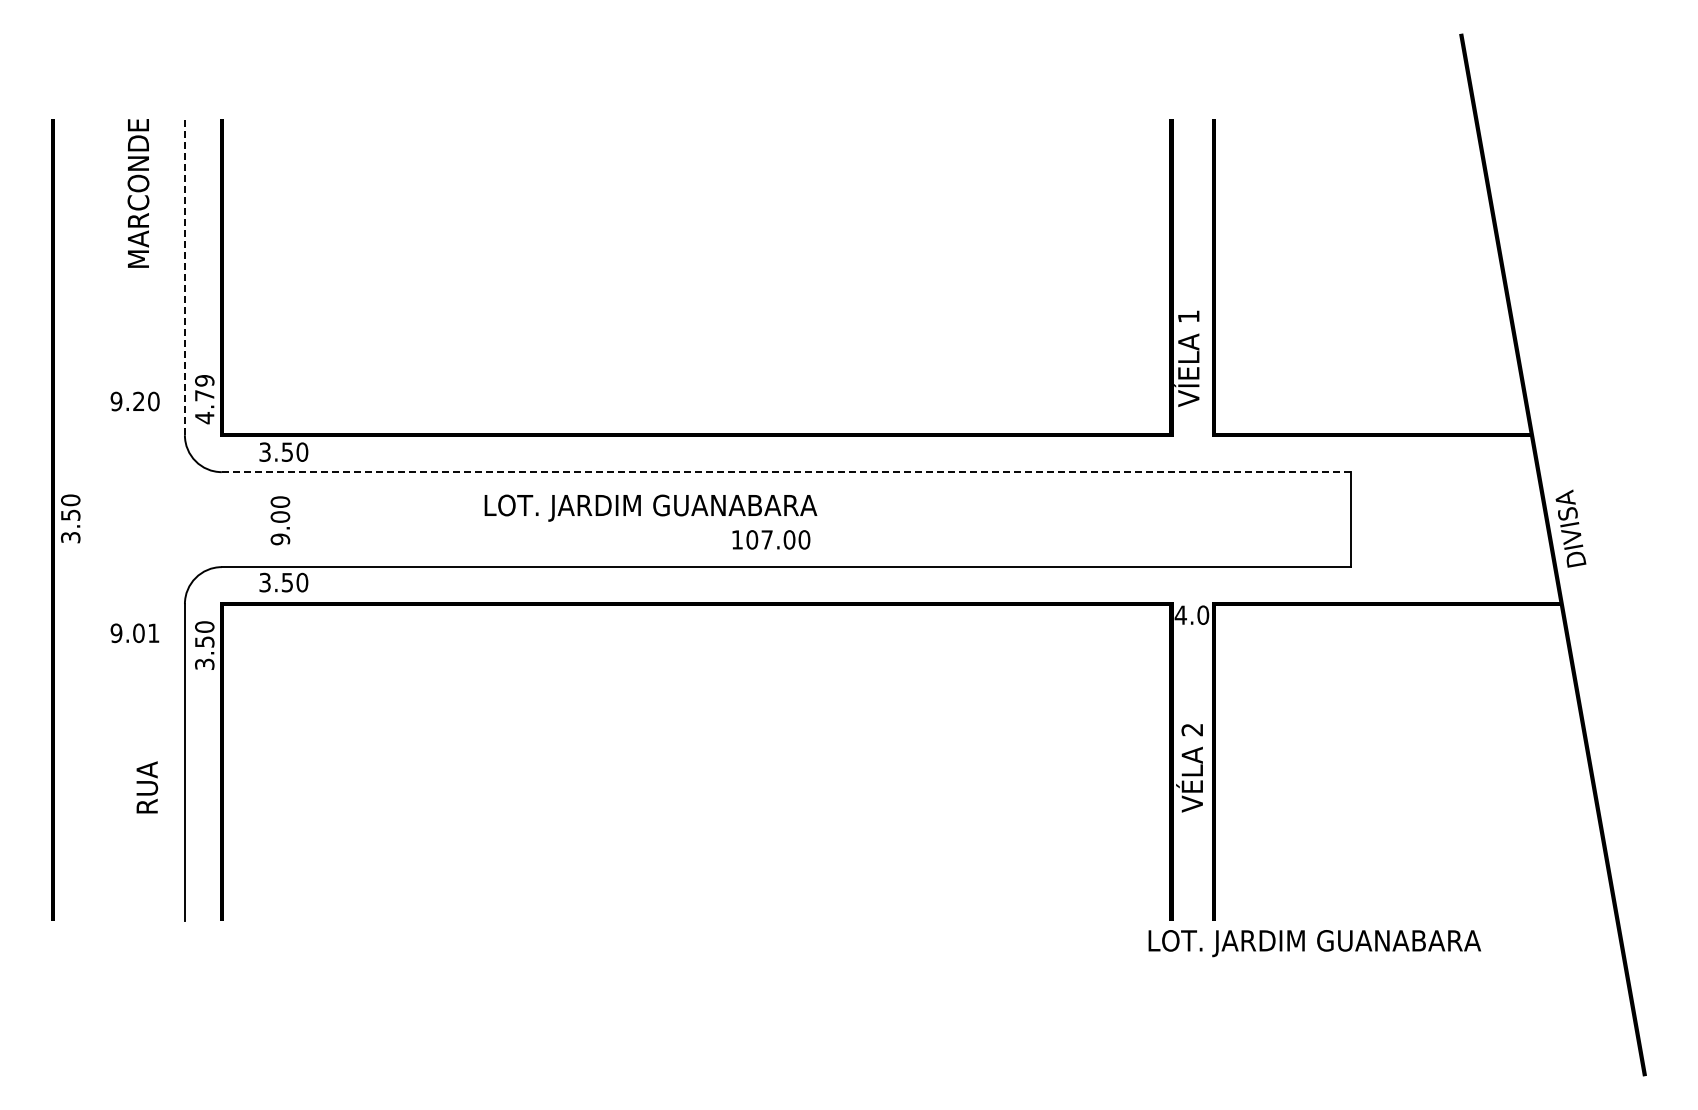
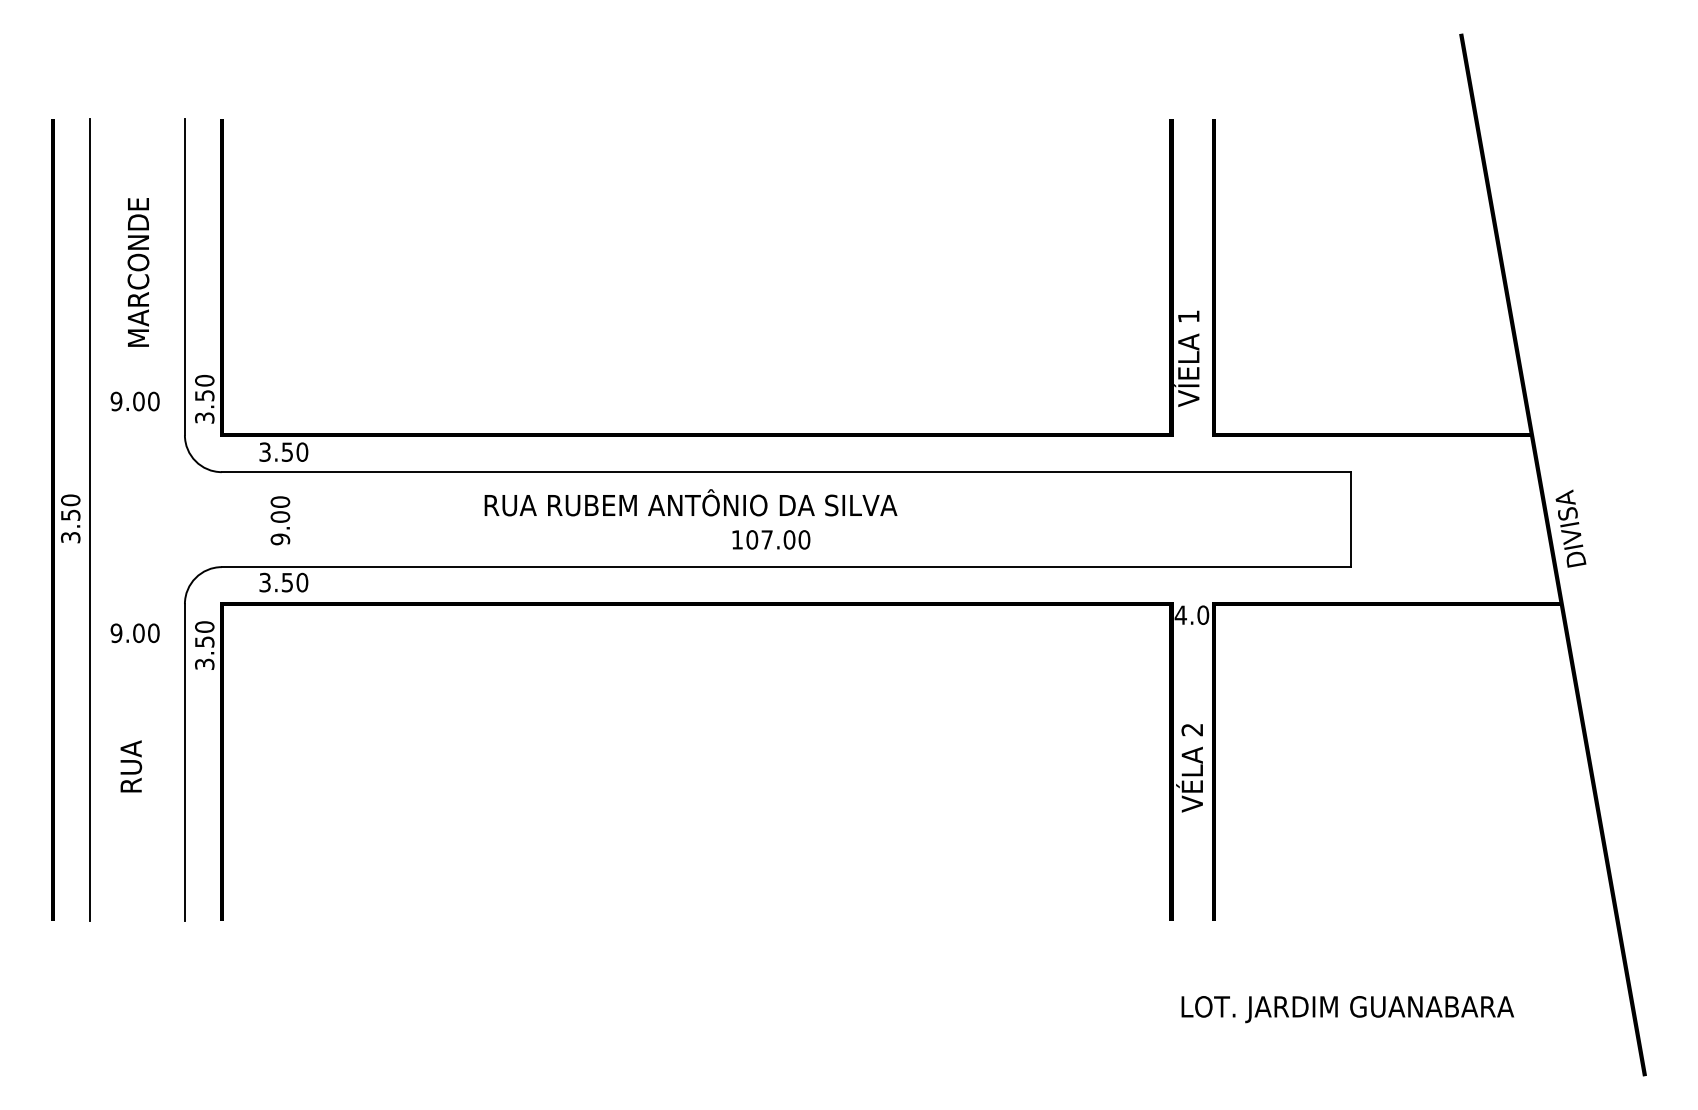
text at (138, 193) position: (138, 193) -> (138, 272)
line at (184, 276): dashed -> solid
text at (204, 399): 4.79 -> 3.50
text at (138, 401): 9.20 -> 9.00
line at (786, 472): dashed -> solid
text at (692, 505): LOT. JARDIM GUANABARA -> RUA RUBEM ANTÔNIO DA SILVA
line at (89, 519): none -> present
text at (153, 633): 9.01 -> 9.00
text at (147, 787) position: (147, 787) -> (131, 766)
text at (1314, 943) position: (1314, 943) -> (1347, 1009)
